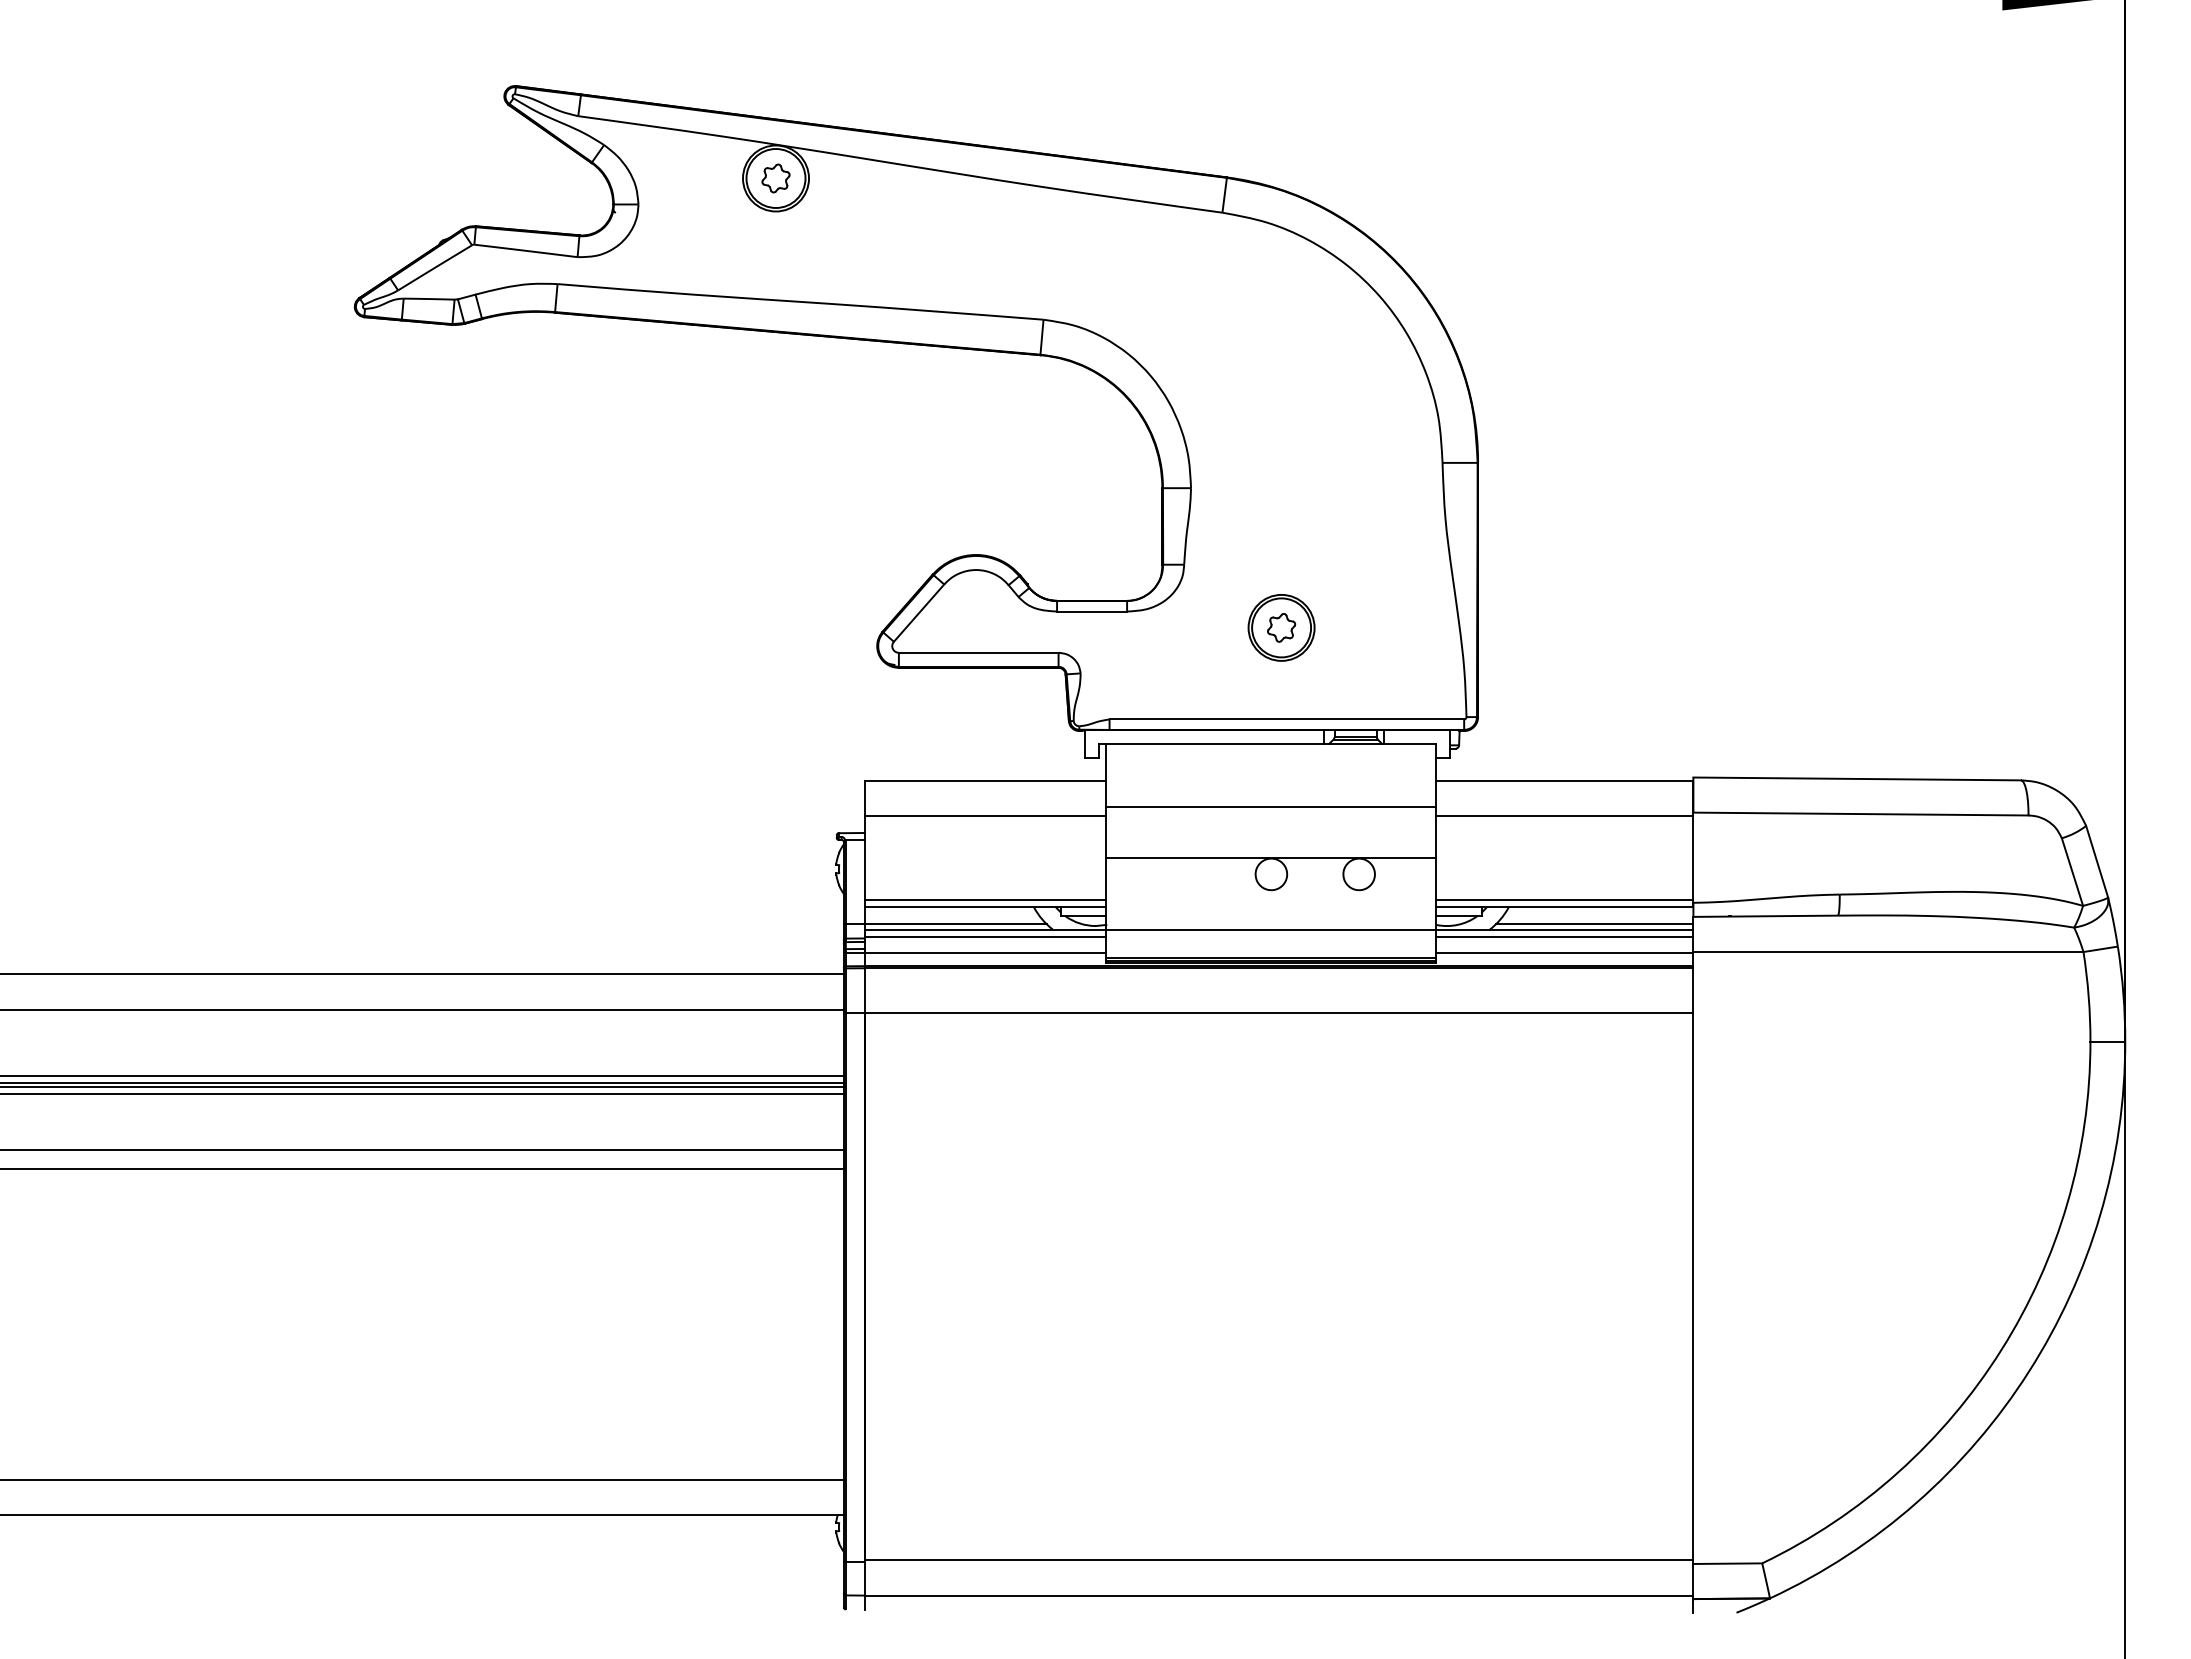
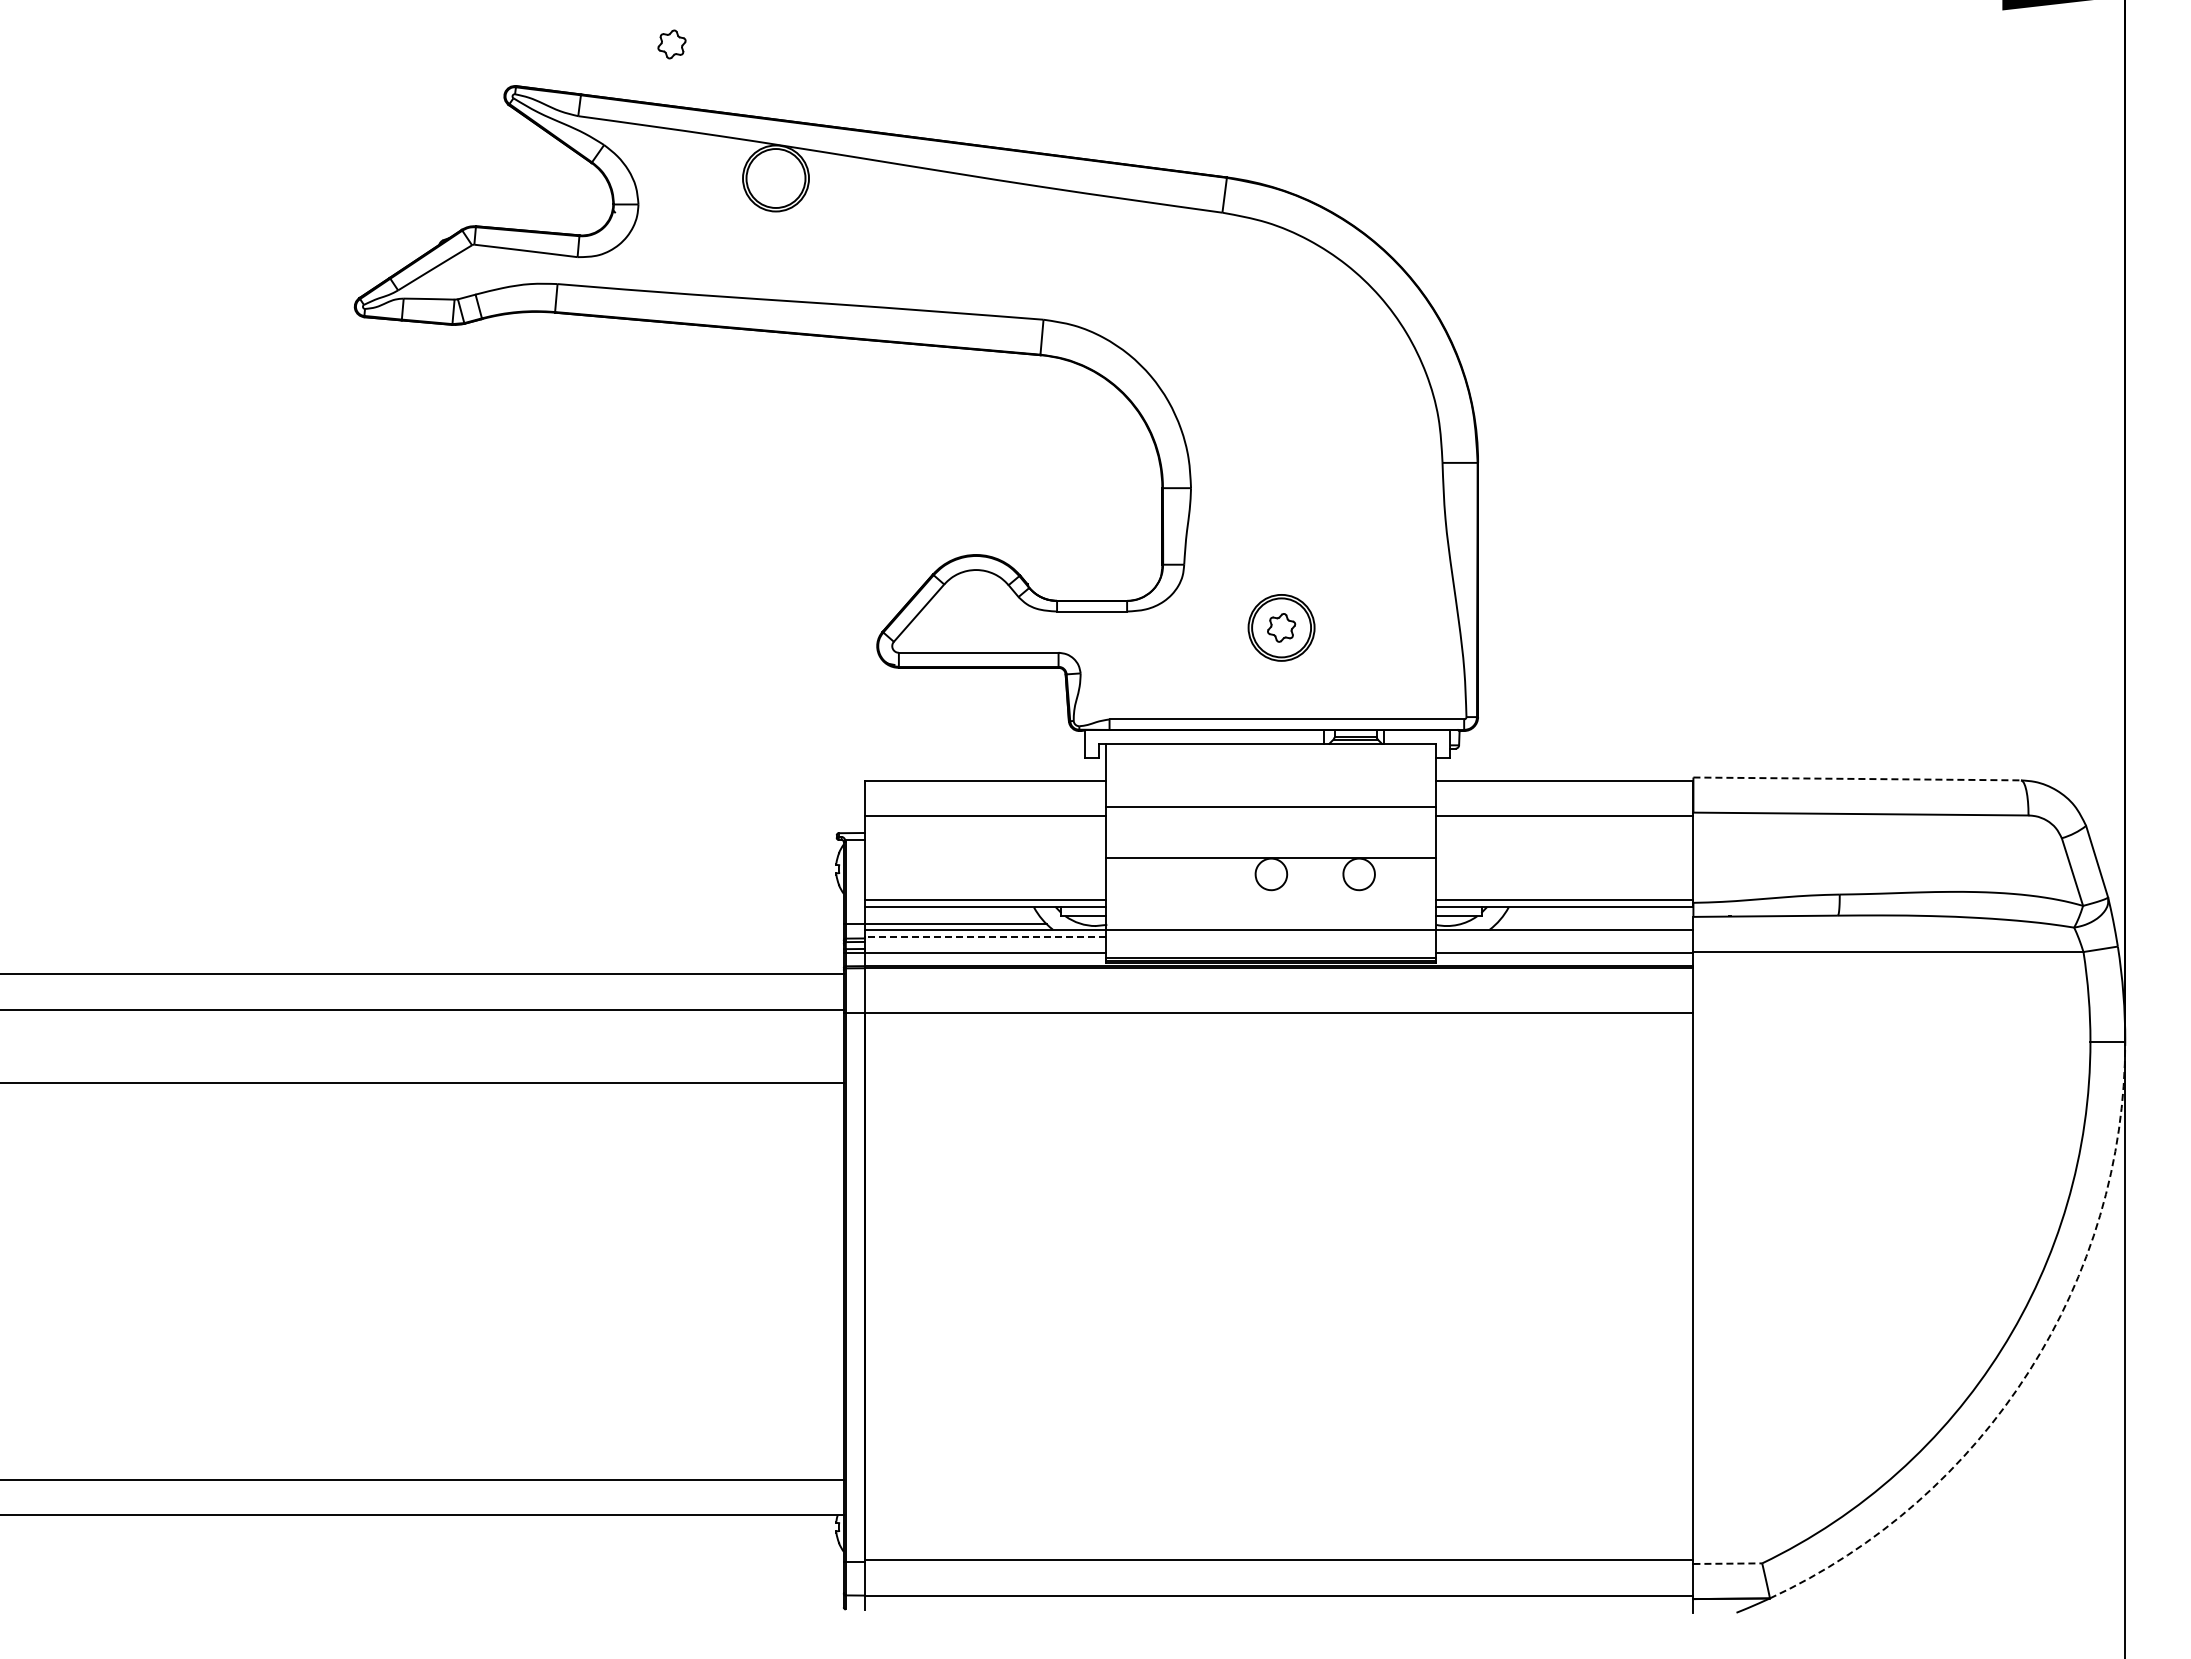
part at (775, 178) position: (775, 178) -> (671, 44)
line at (1857, 778): solid -> dashed
line at (1594, 924): present -> none
line at (985, 936): solid -> dashed
line at (1564, 936): present -> none
line at (422, 1076): present -> none
line at (422, 1086): present -> none
line at (422, 1094): present -> none
line at (422, 1150): present -> none
line at (422, 1169): present -> none
arc at (2028, 1371): solid -> dashed
line at (1728, 1563): solid -> dashed
